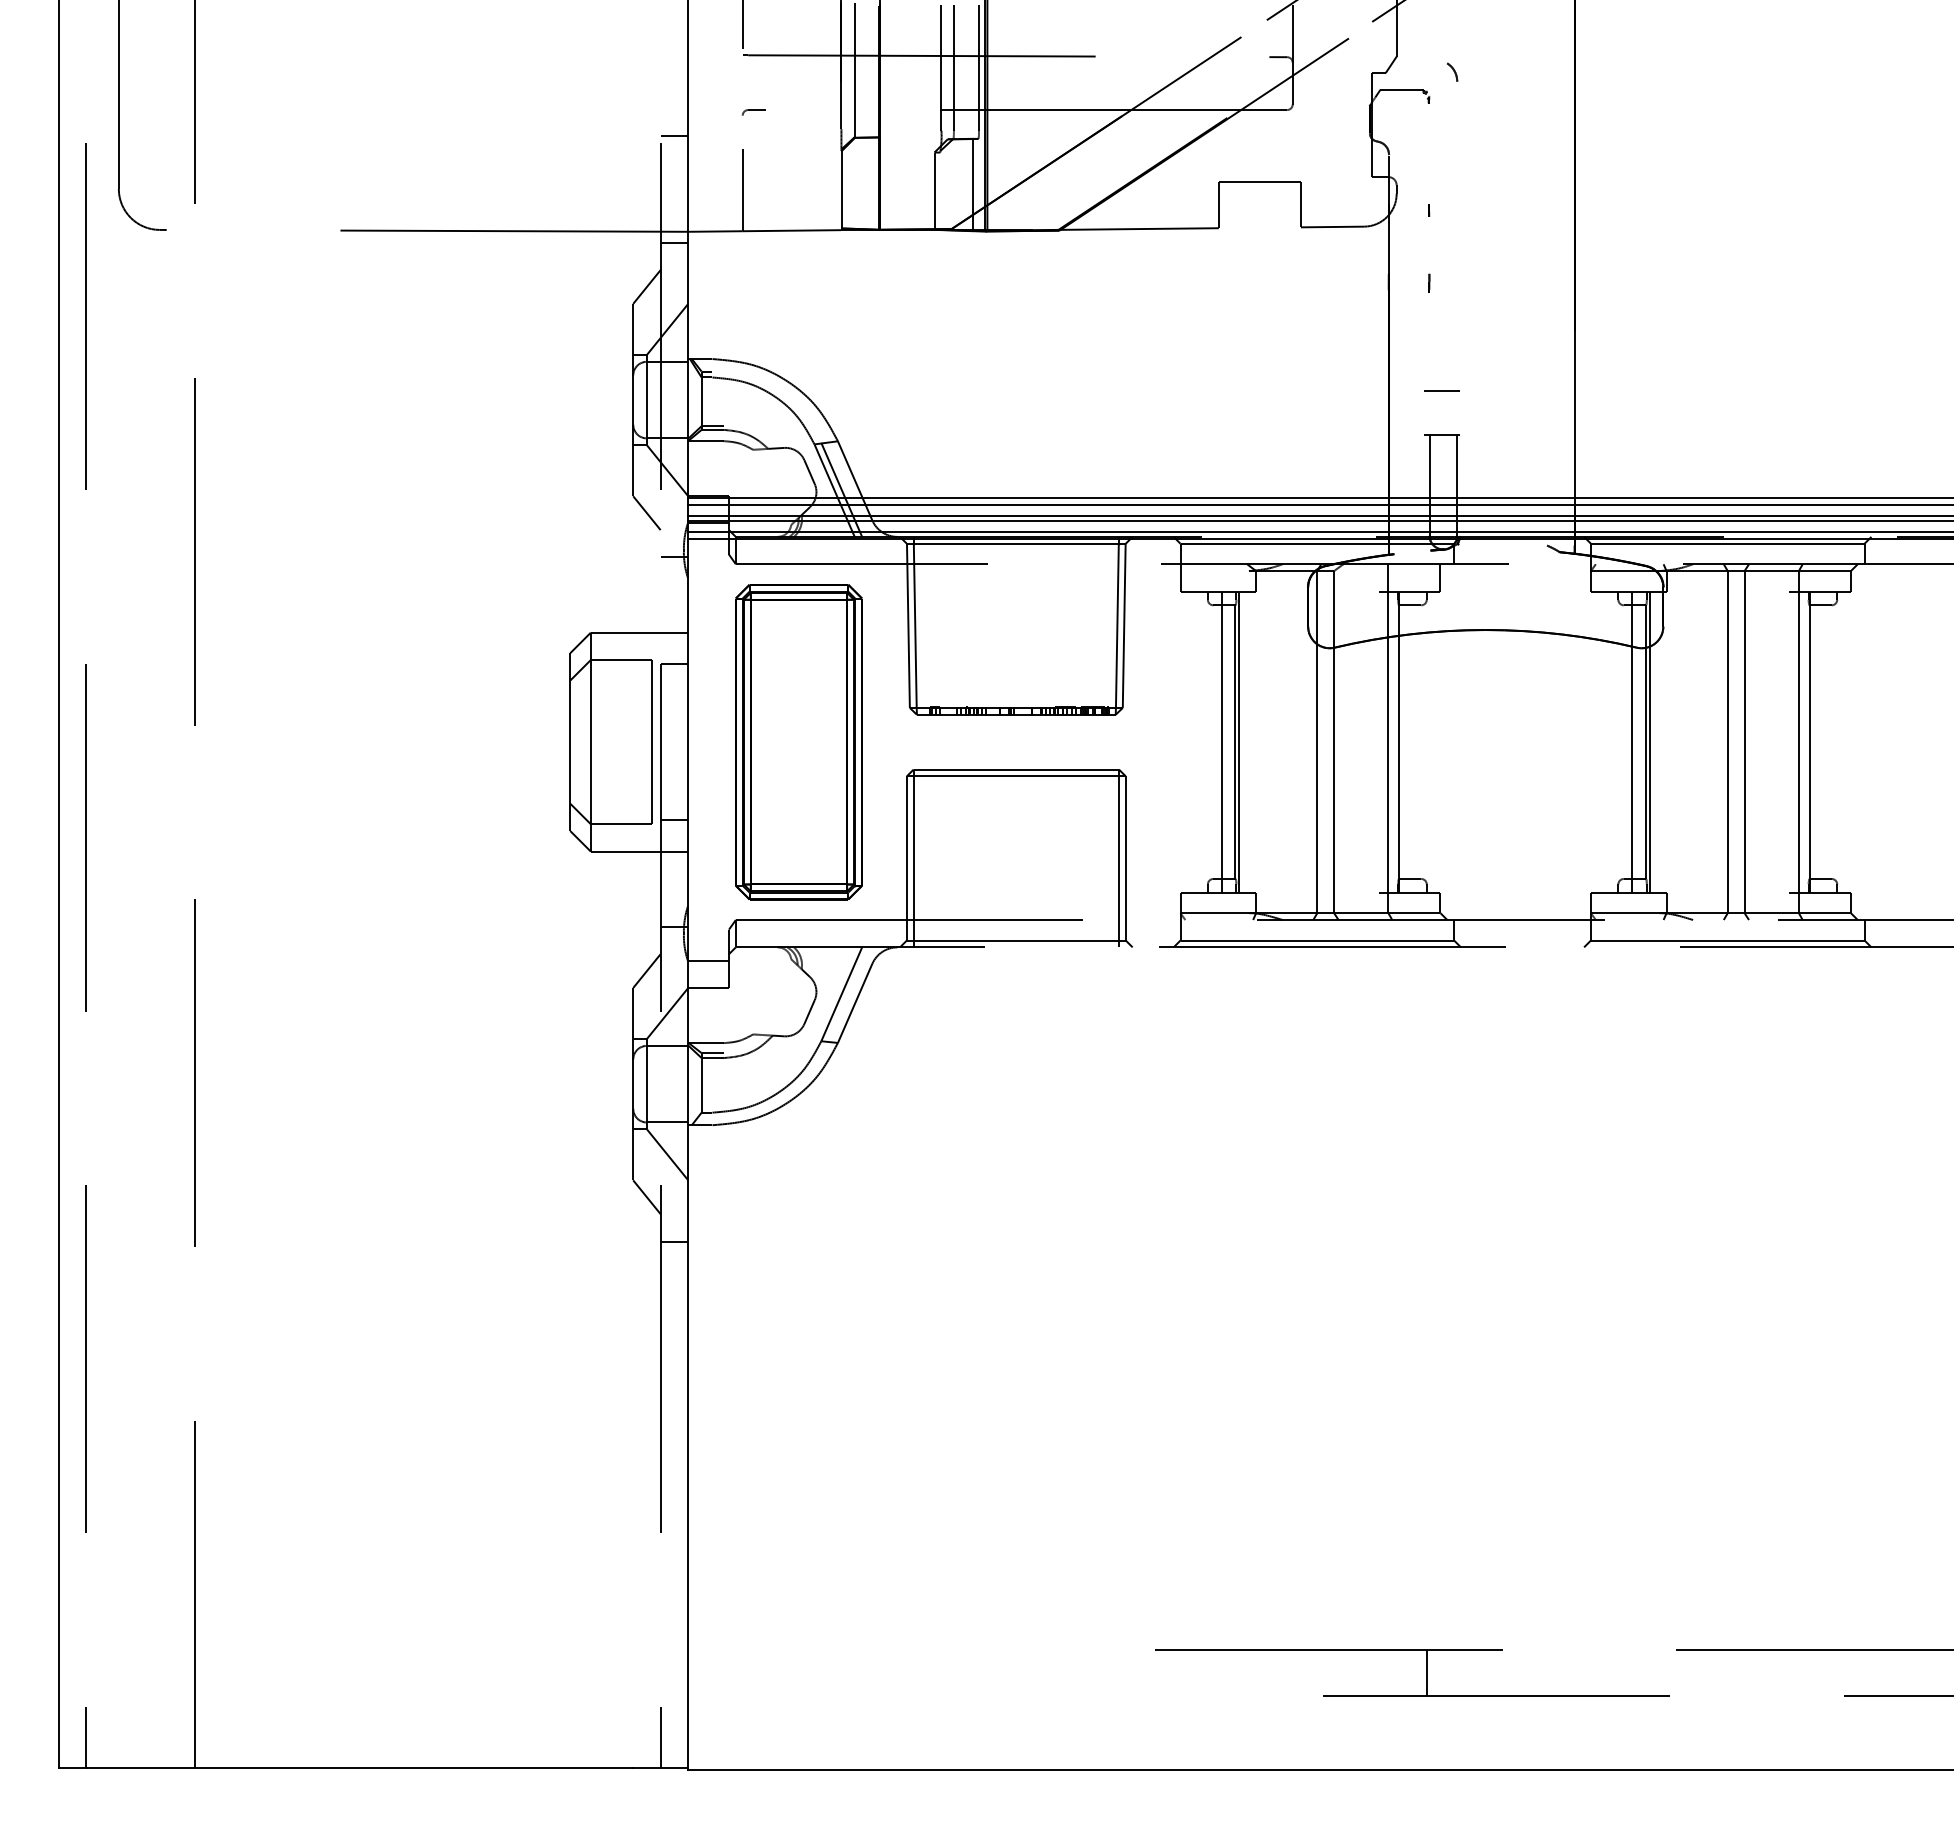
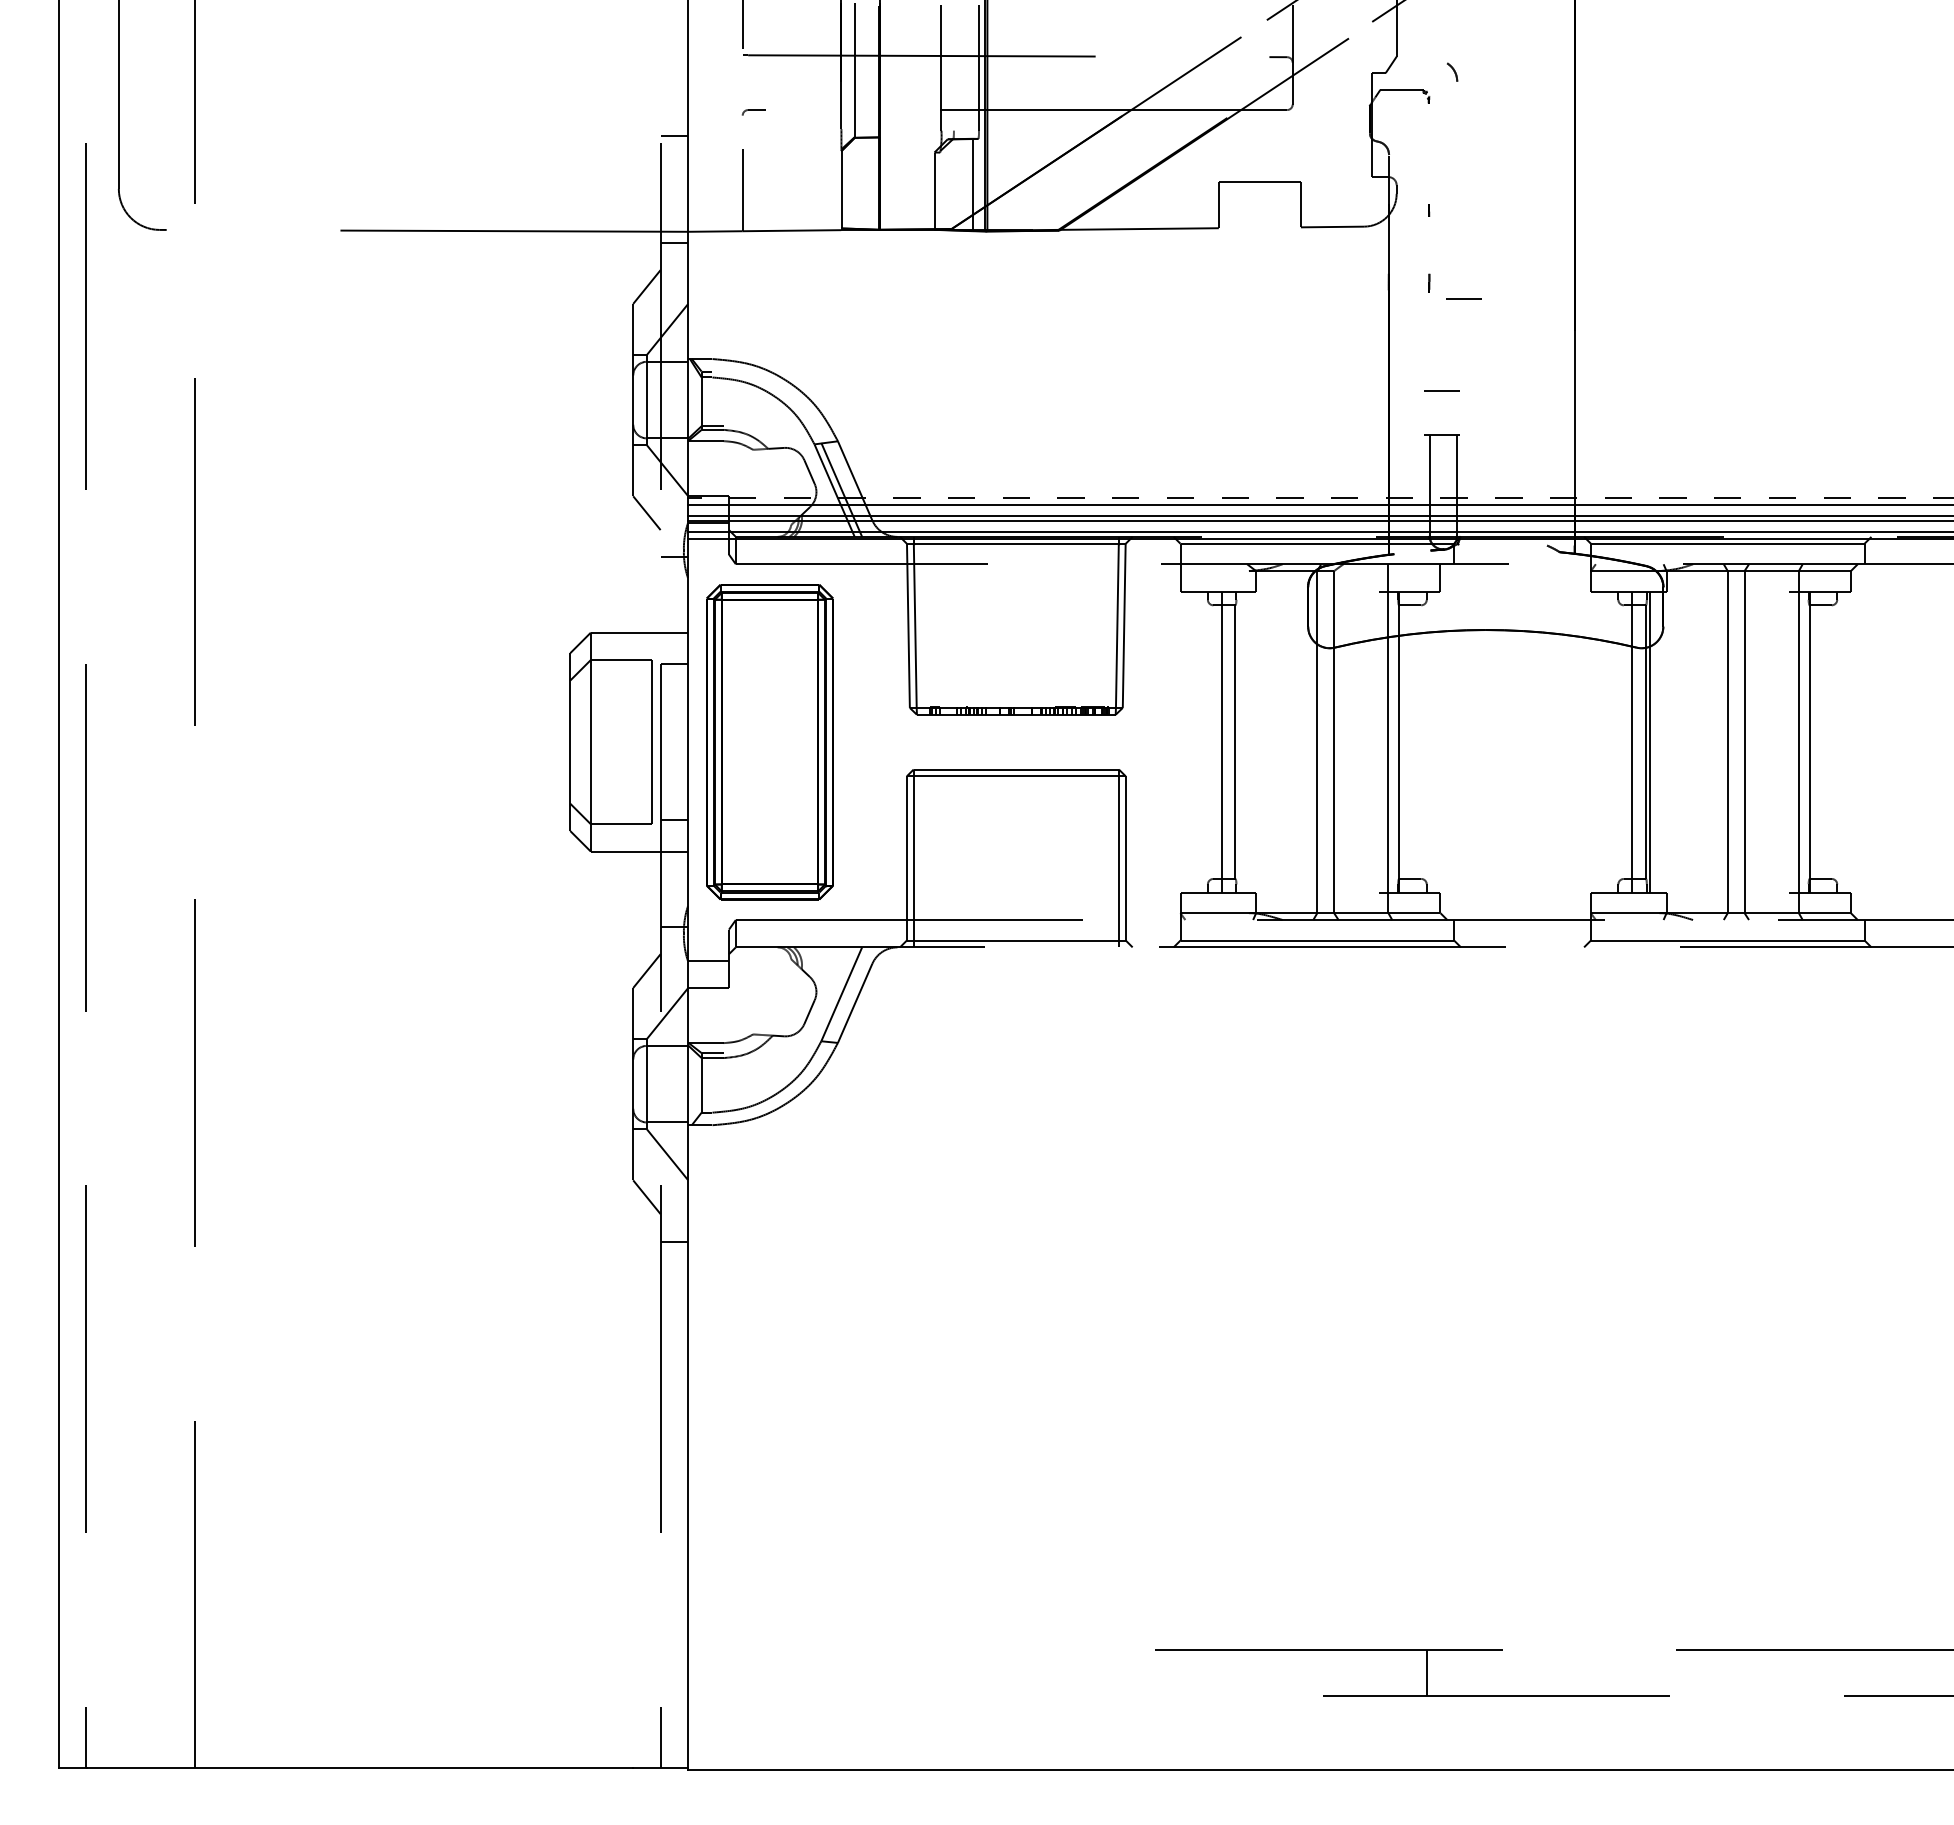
line at (953, 67): present -> none
line at (1463, 298): none -> present
line at (1320, 497): solid -> dashed
line at (1239, 741): present -> none
part at (798, 742) position: (798, 742) -> (769, 742)
